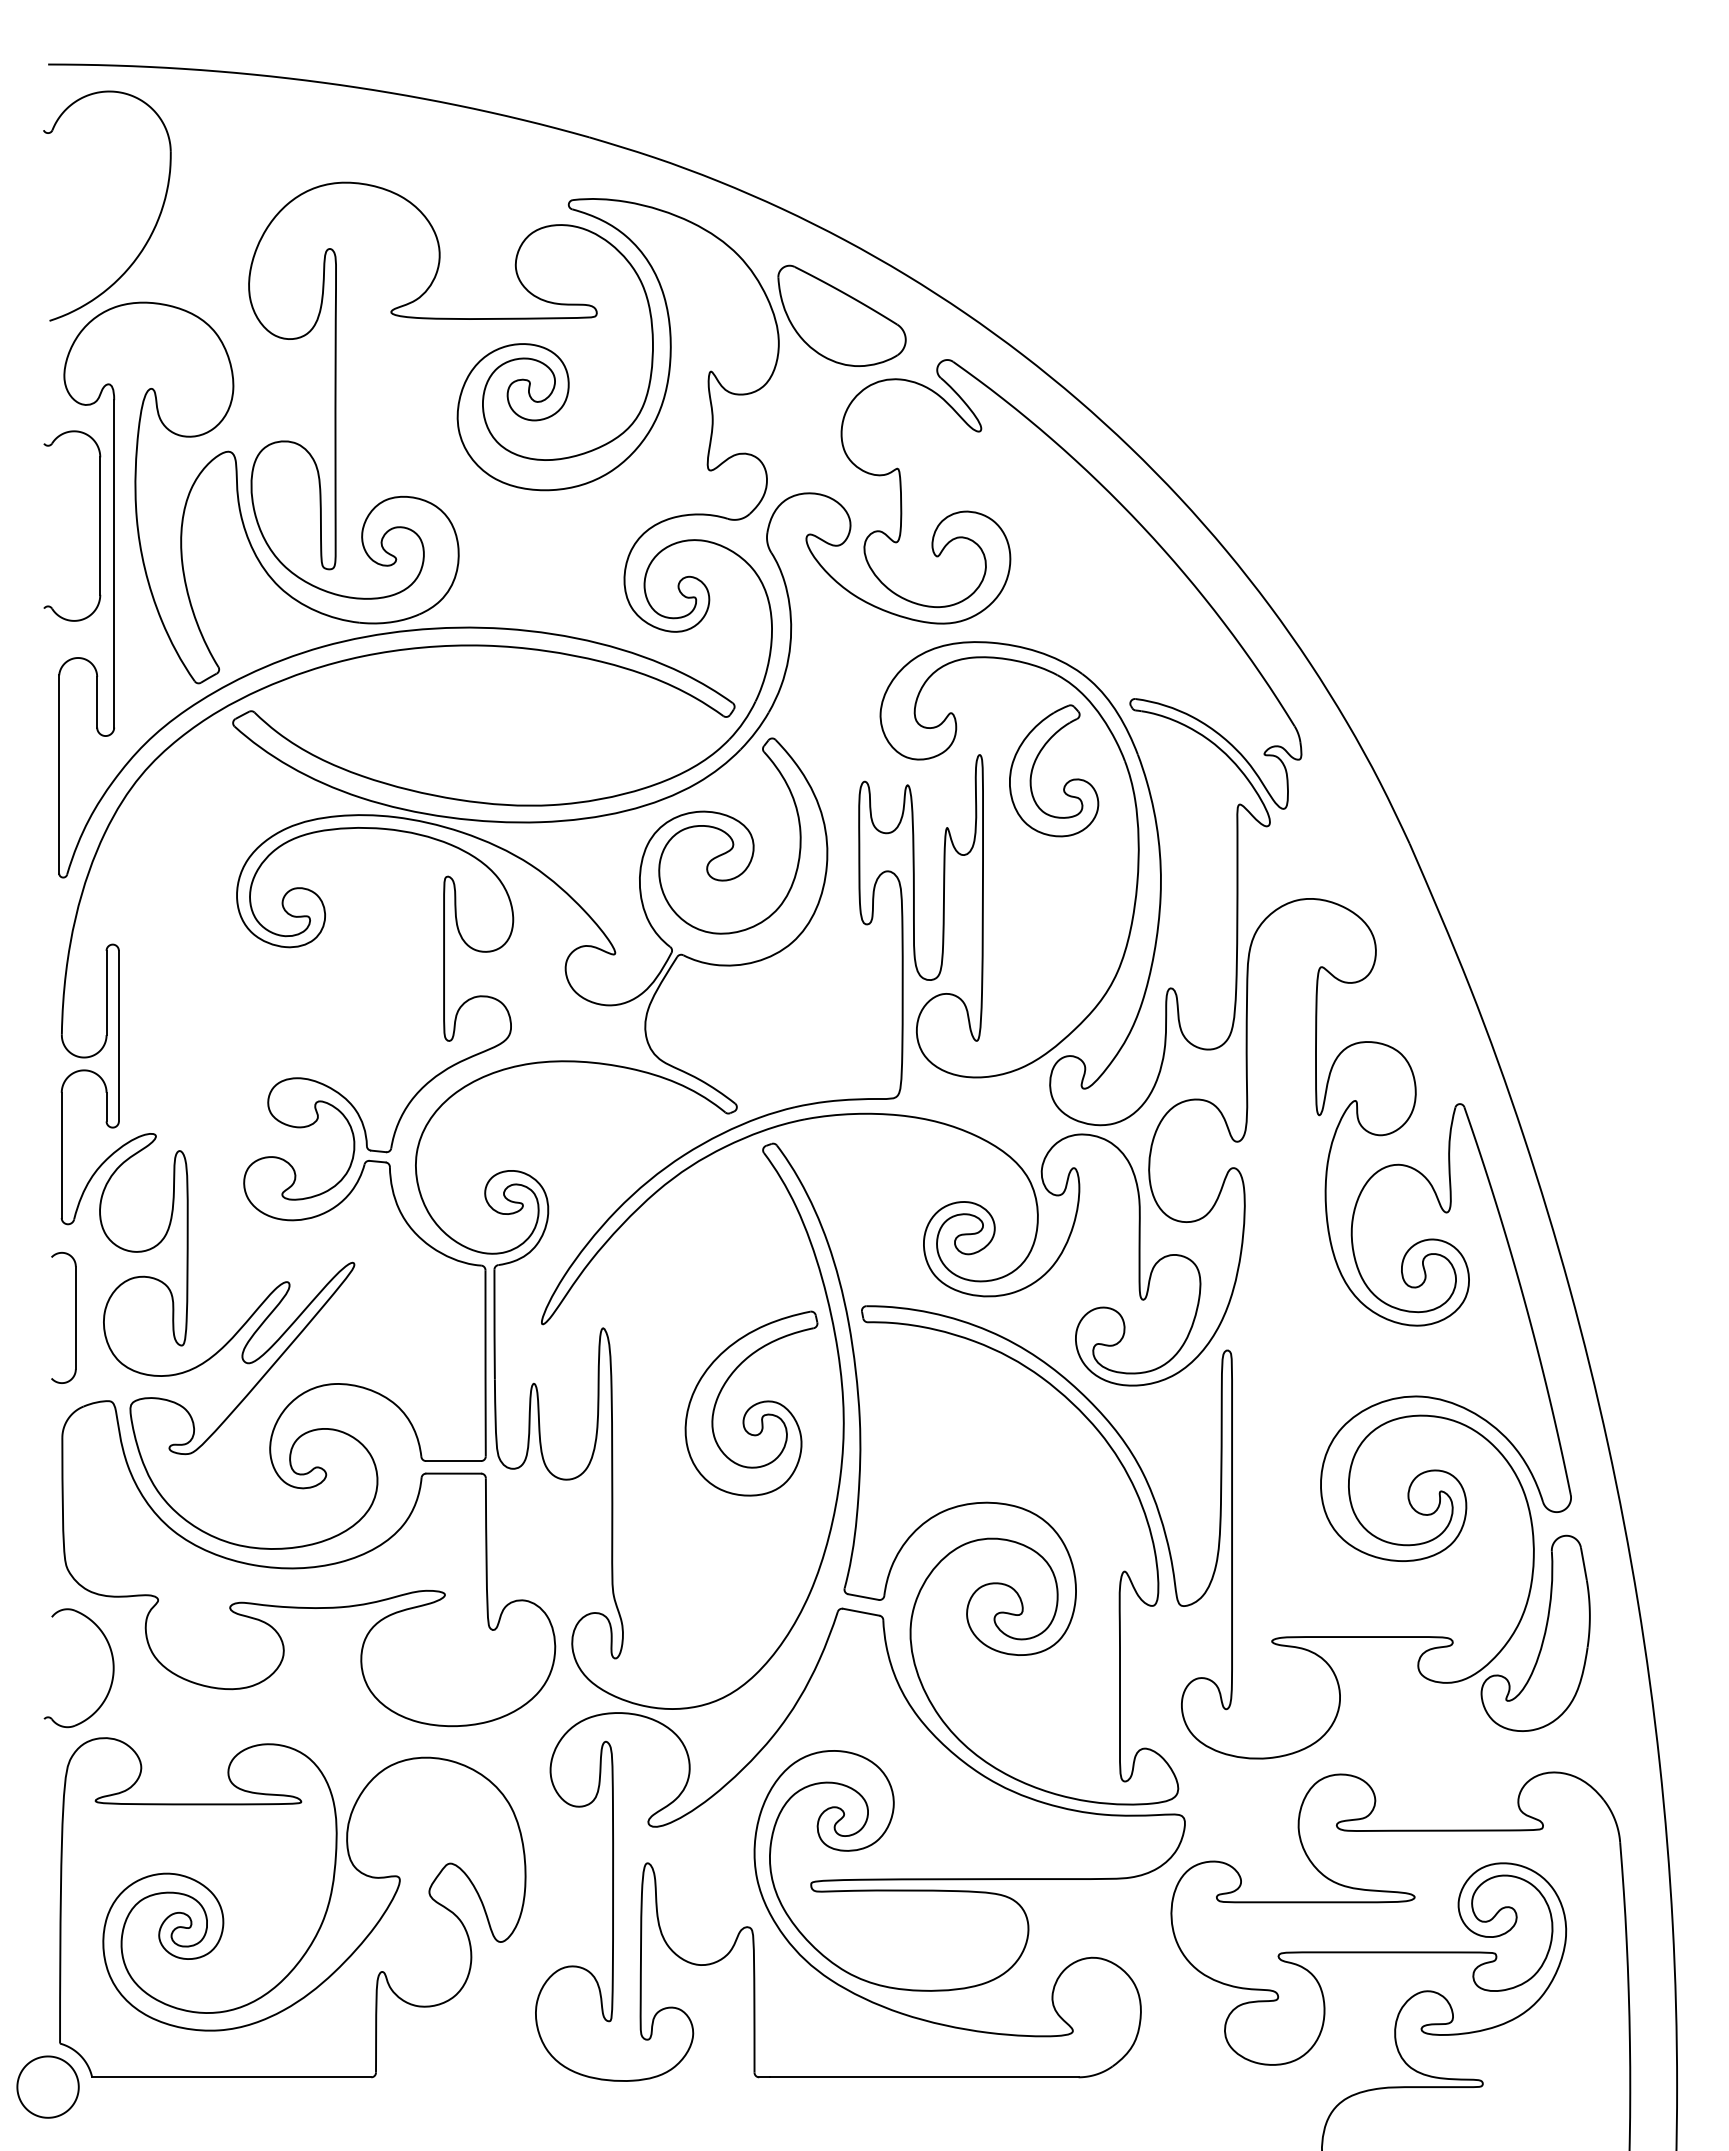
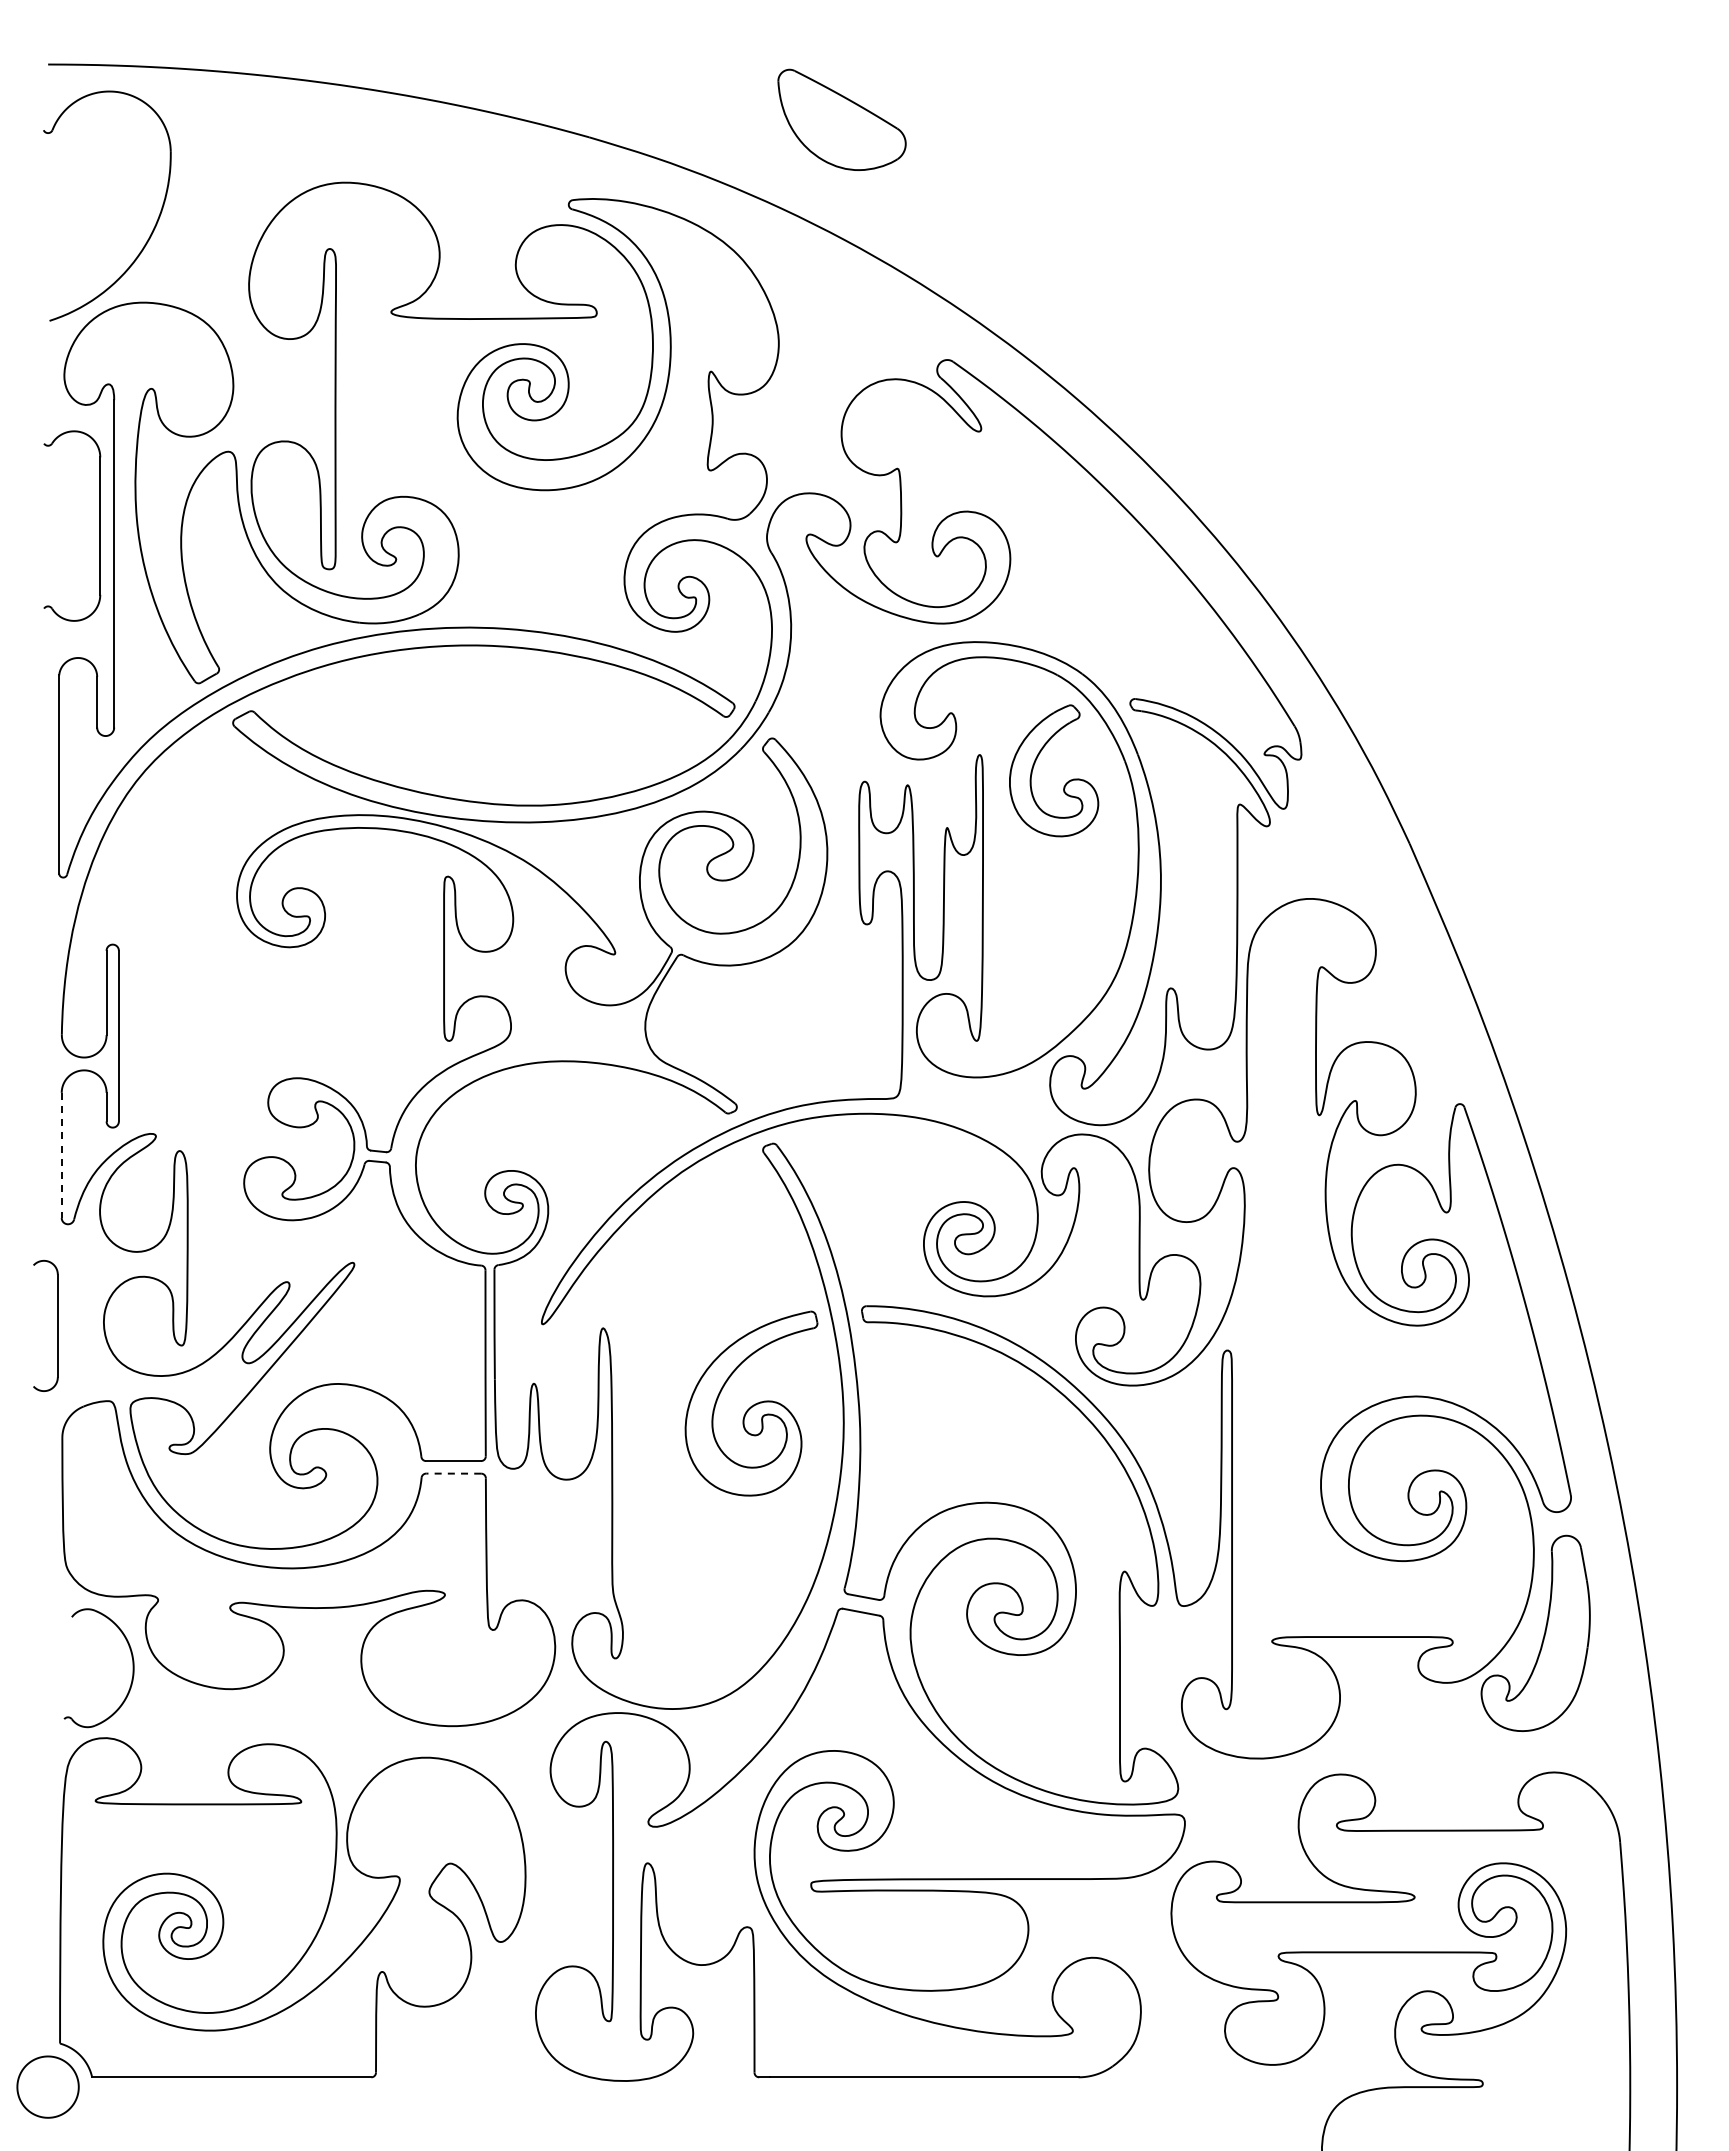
part at (841, 315) position: (841, 315) -> (841, 119)
line at (61, 1155): solid -> dashed
part at (75, 1317) position: (75, 1317) -> (57, 1325)
line at (453, 1473): solid -> dashed
part at (112, 1668) position: (112, 1668) -> (132, 1668)
